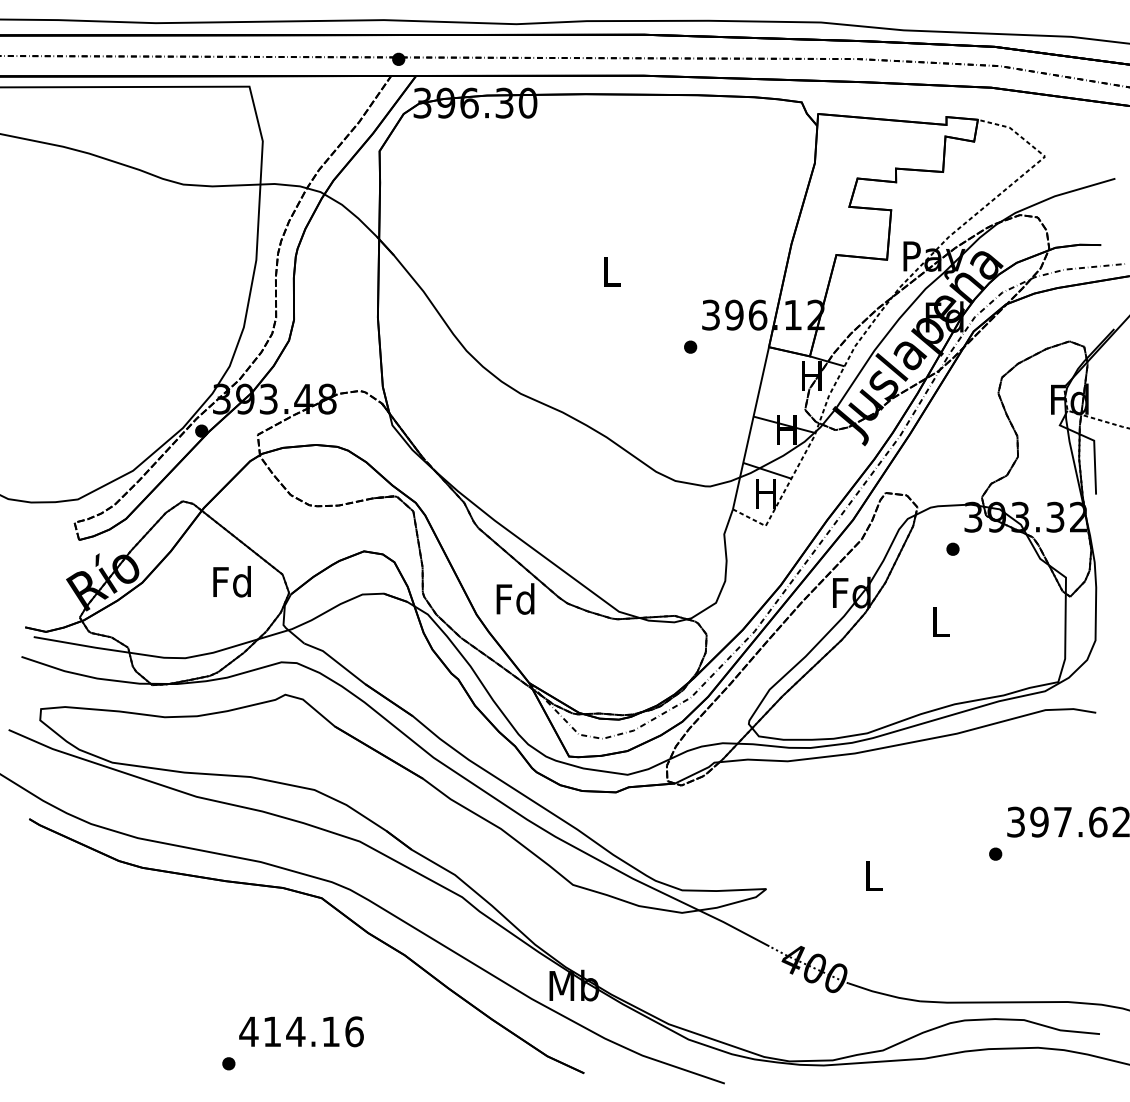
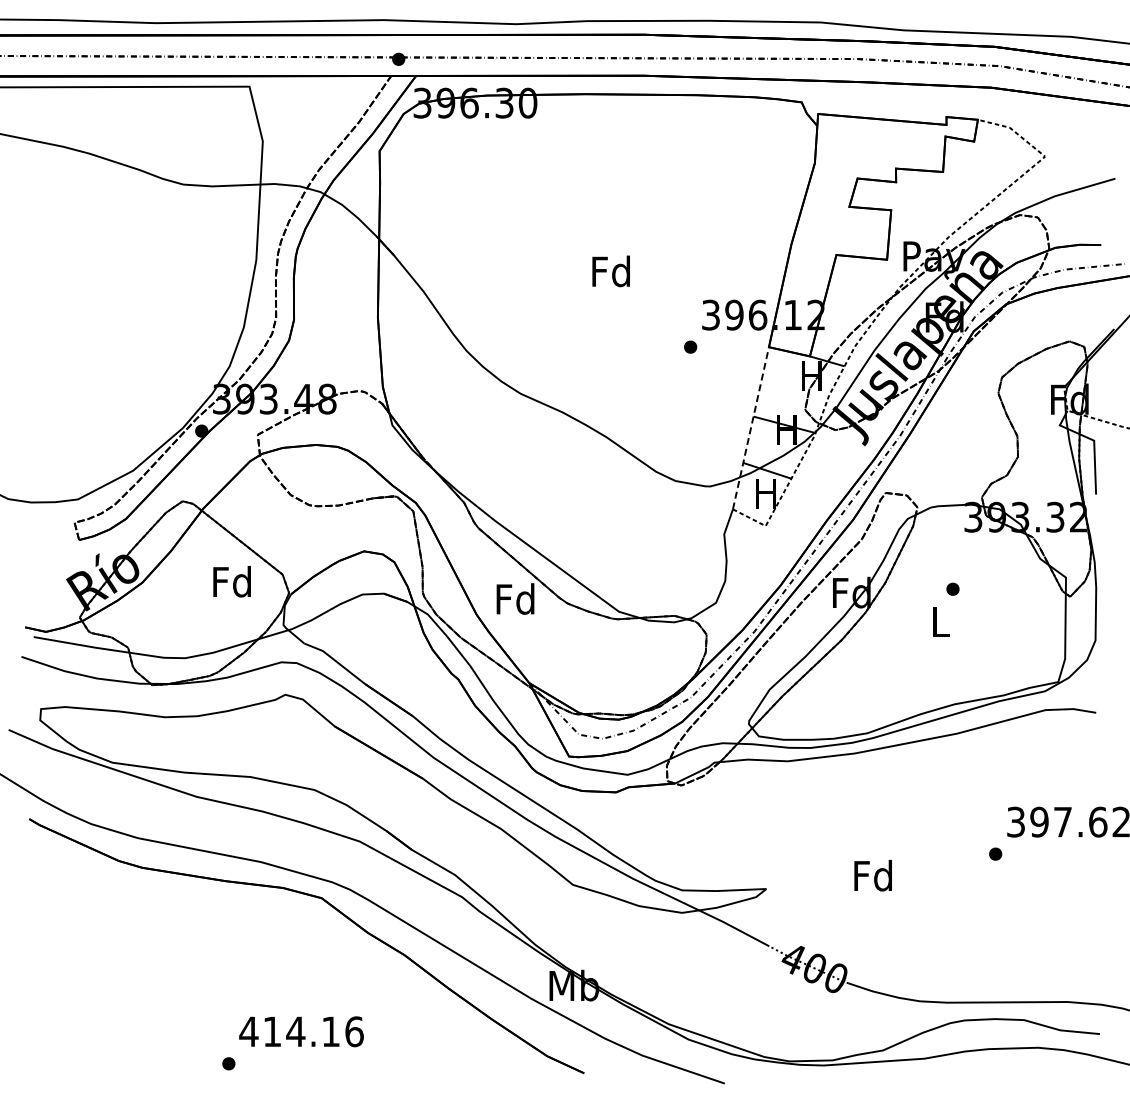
text at (610, 271): L -> Fd
line at (751, 427): solid -> dashed
part at (952, 548) position: (952, 548) -> (952, 588)
text at (872, 875): L -> Fd
